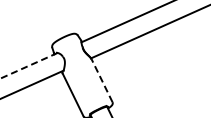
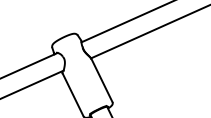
line at (28, 66): dashed -> solid
line at (102, 80): dashed -> solid
